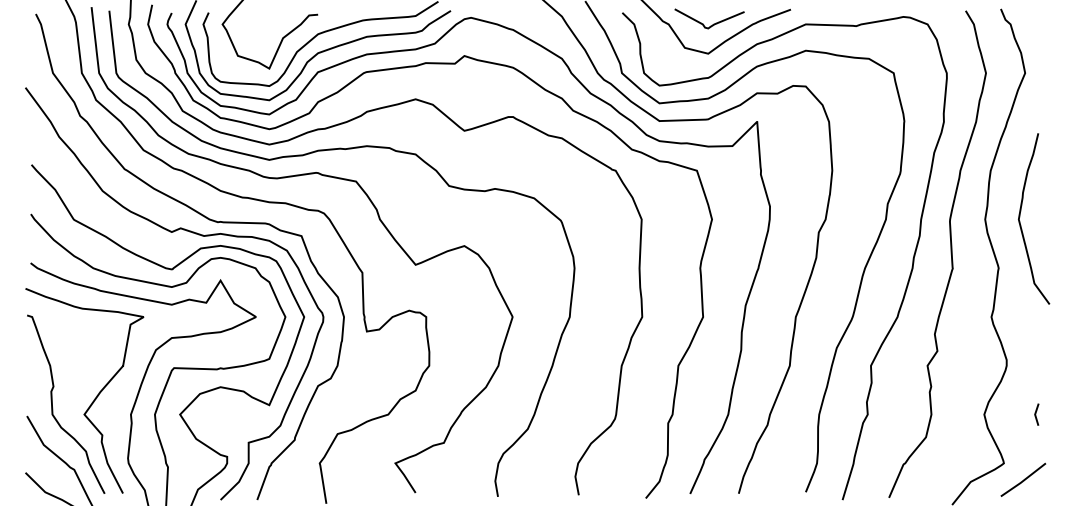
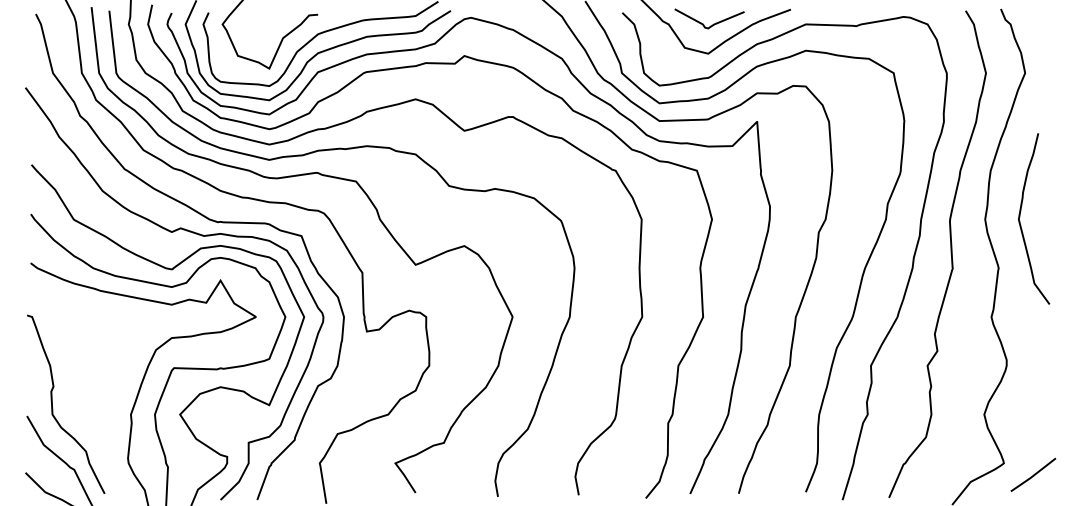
curve at (94, 398): present -> none
line at (1036, 414): present -> none
line at (1023, 479) position: (1023, 479) -> (1033, 474)
